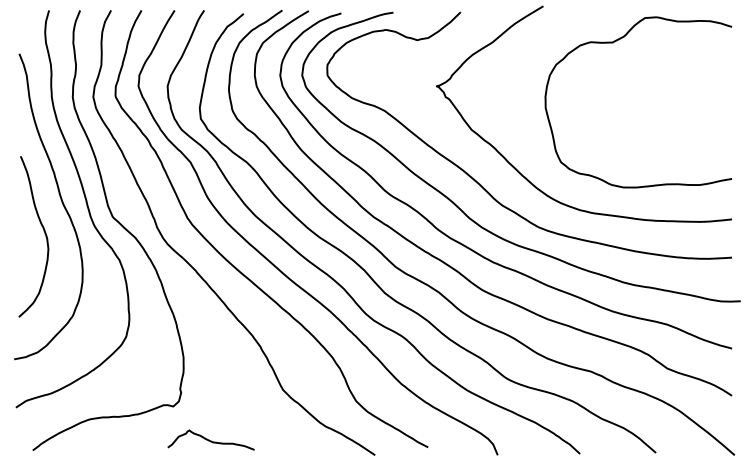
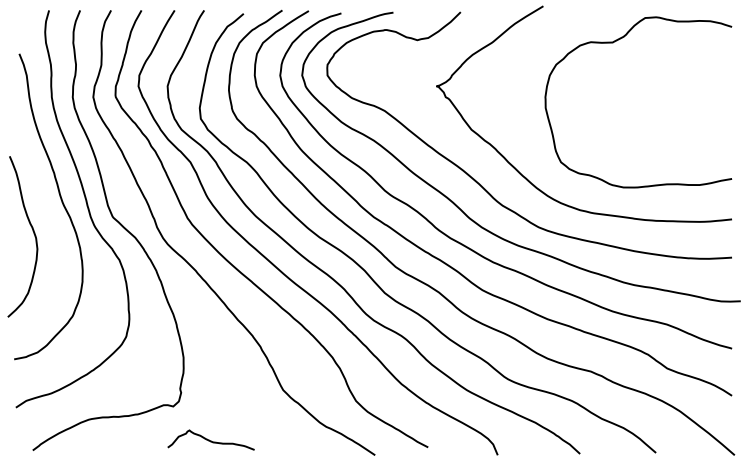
curve at (43, 231) position: (43, 231) -> (32, 231)
